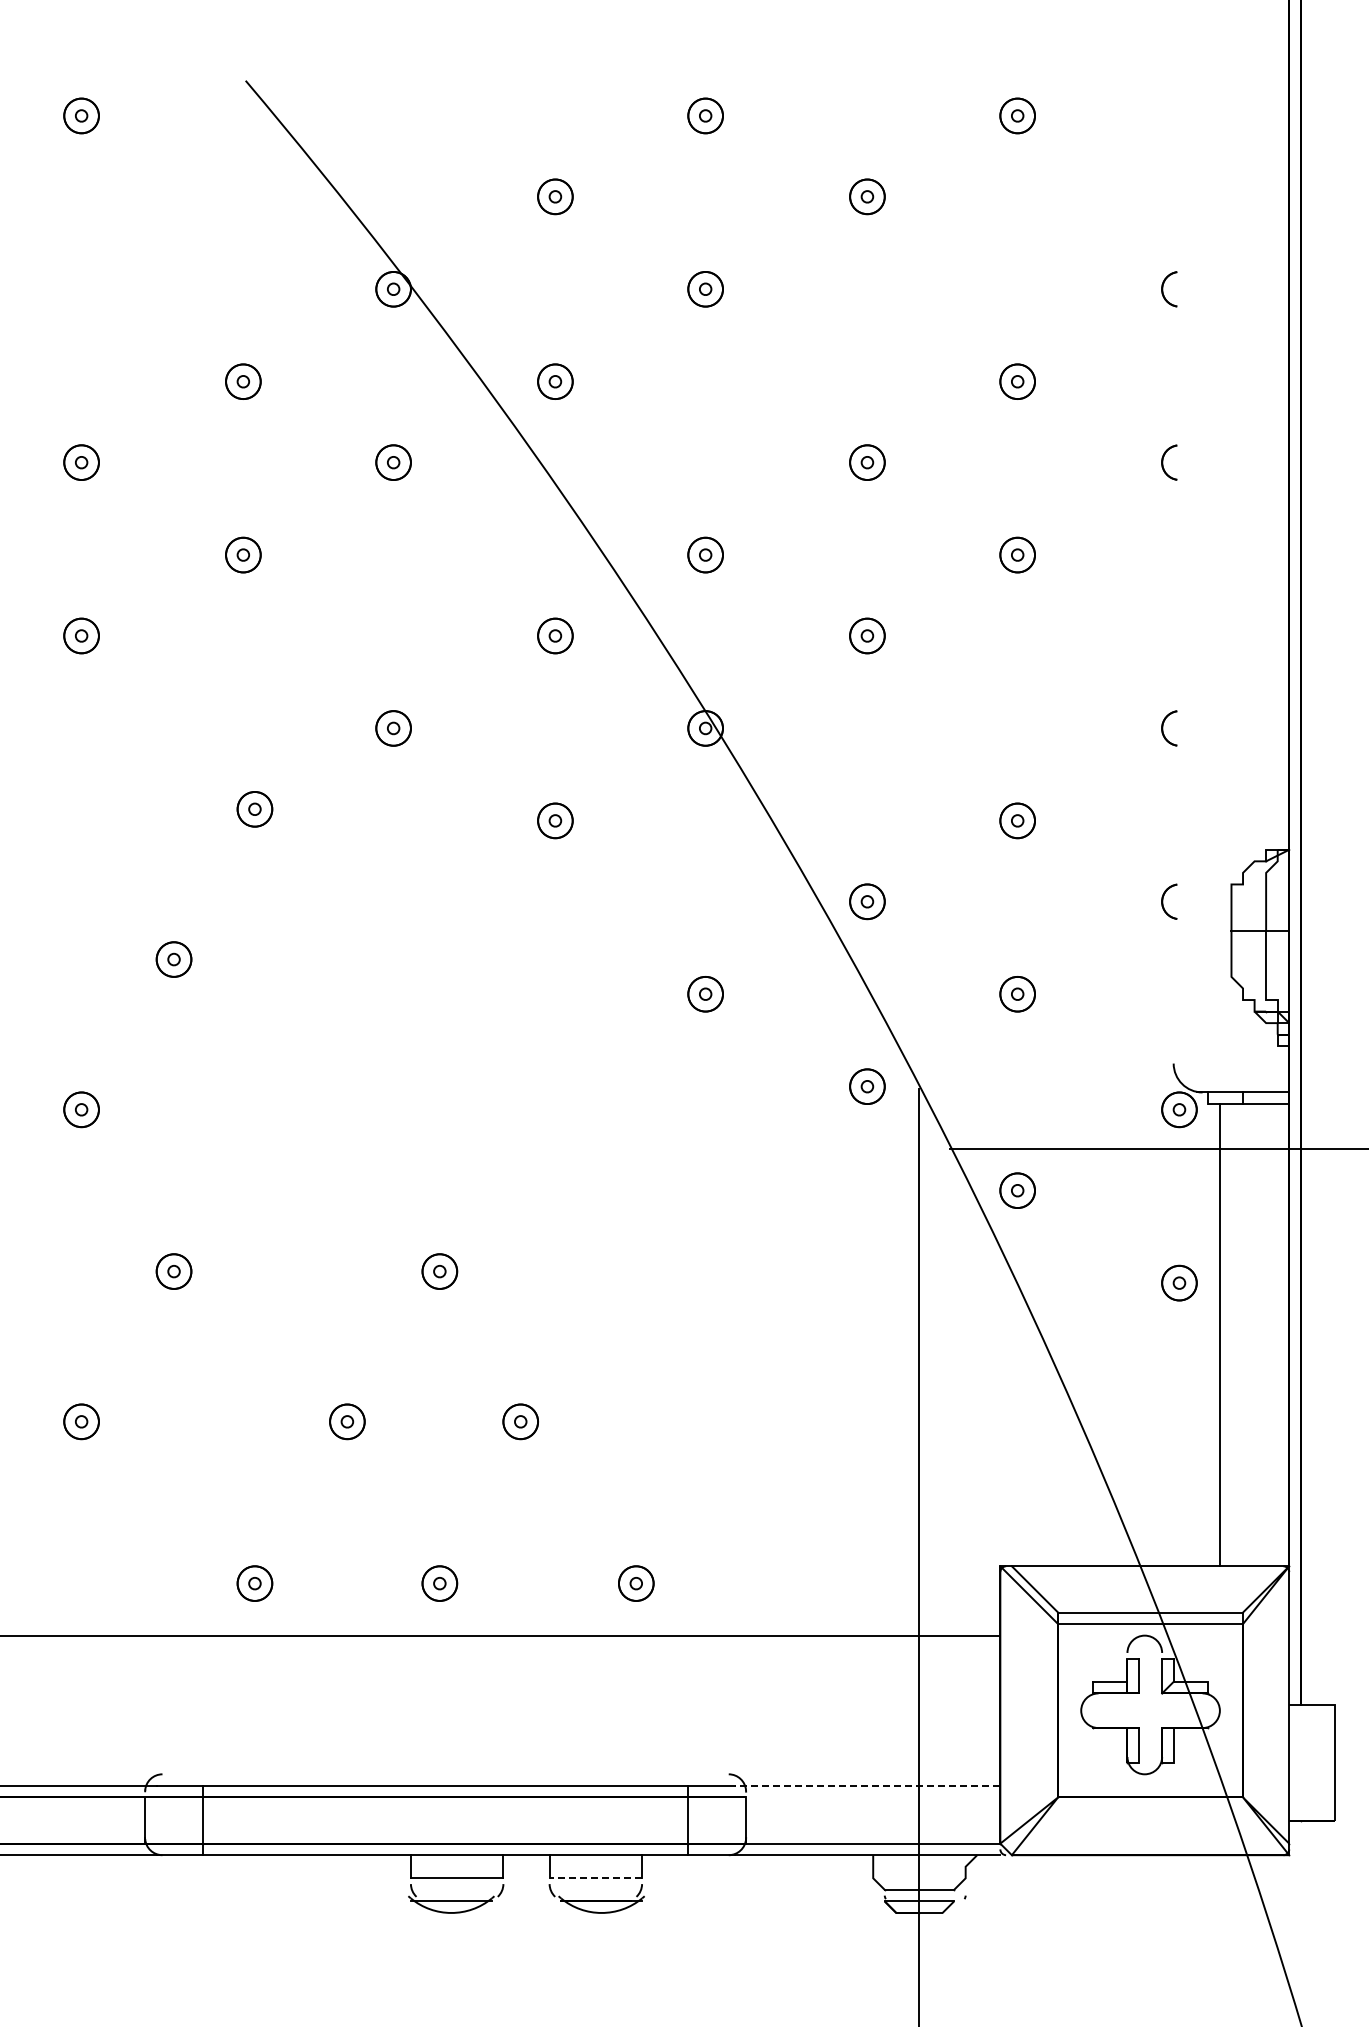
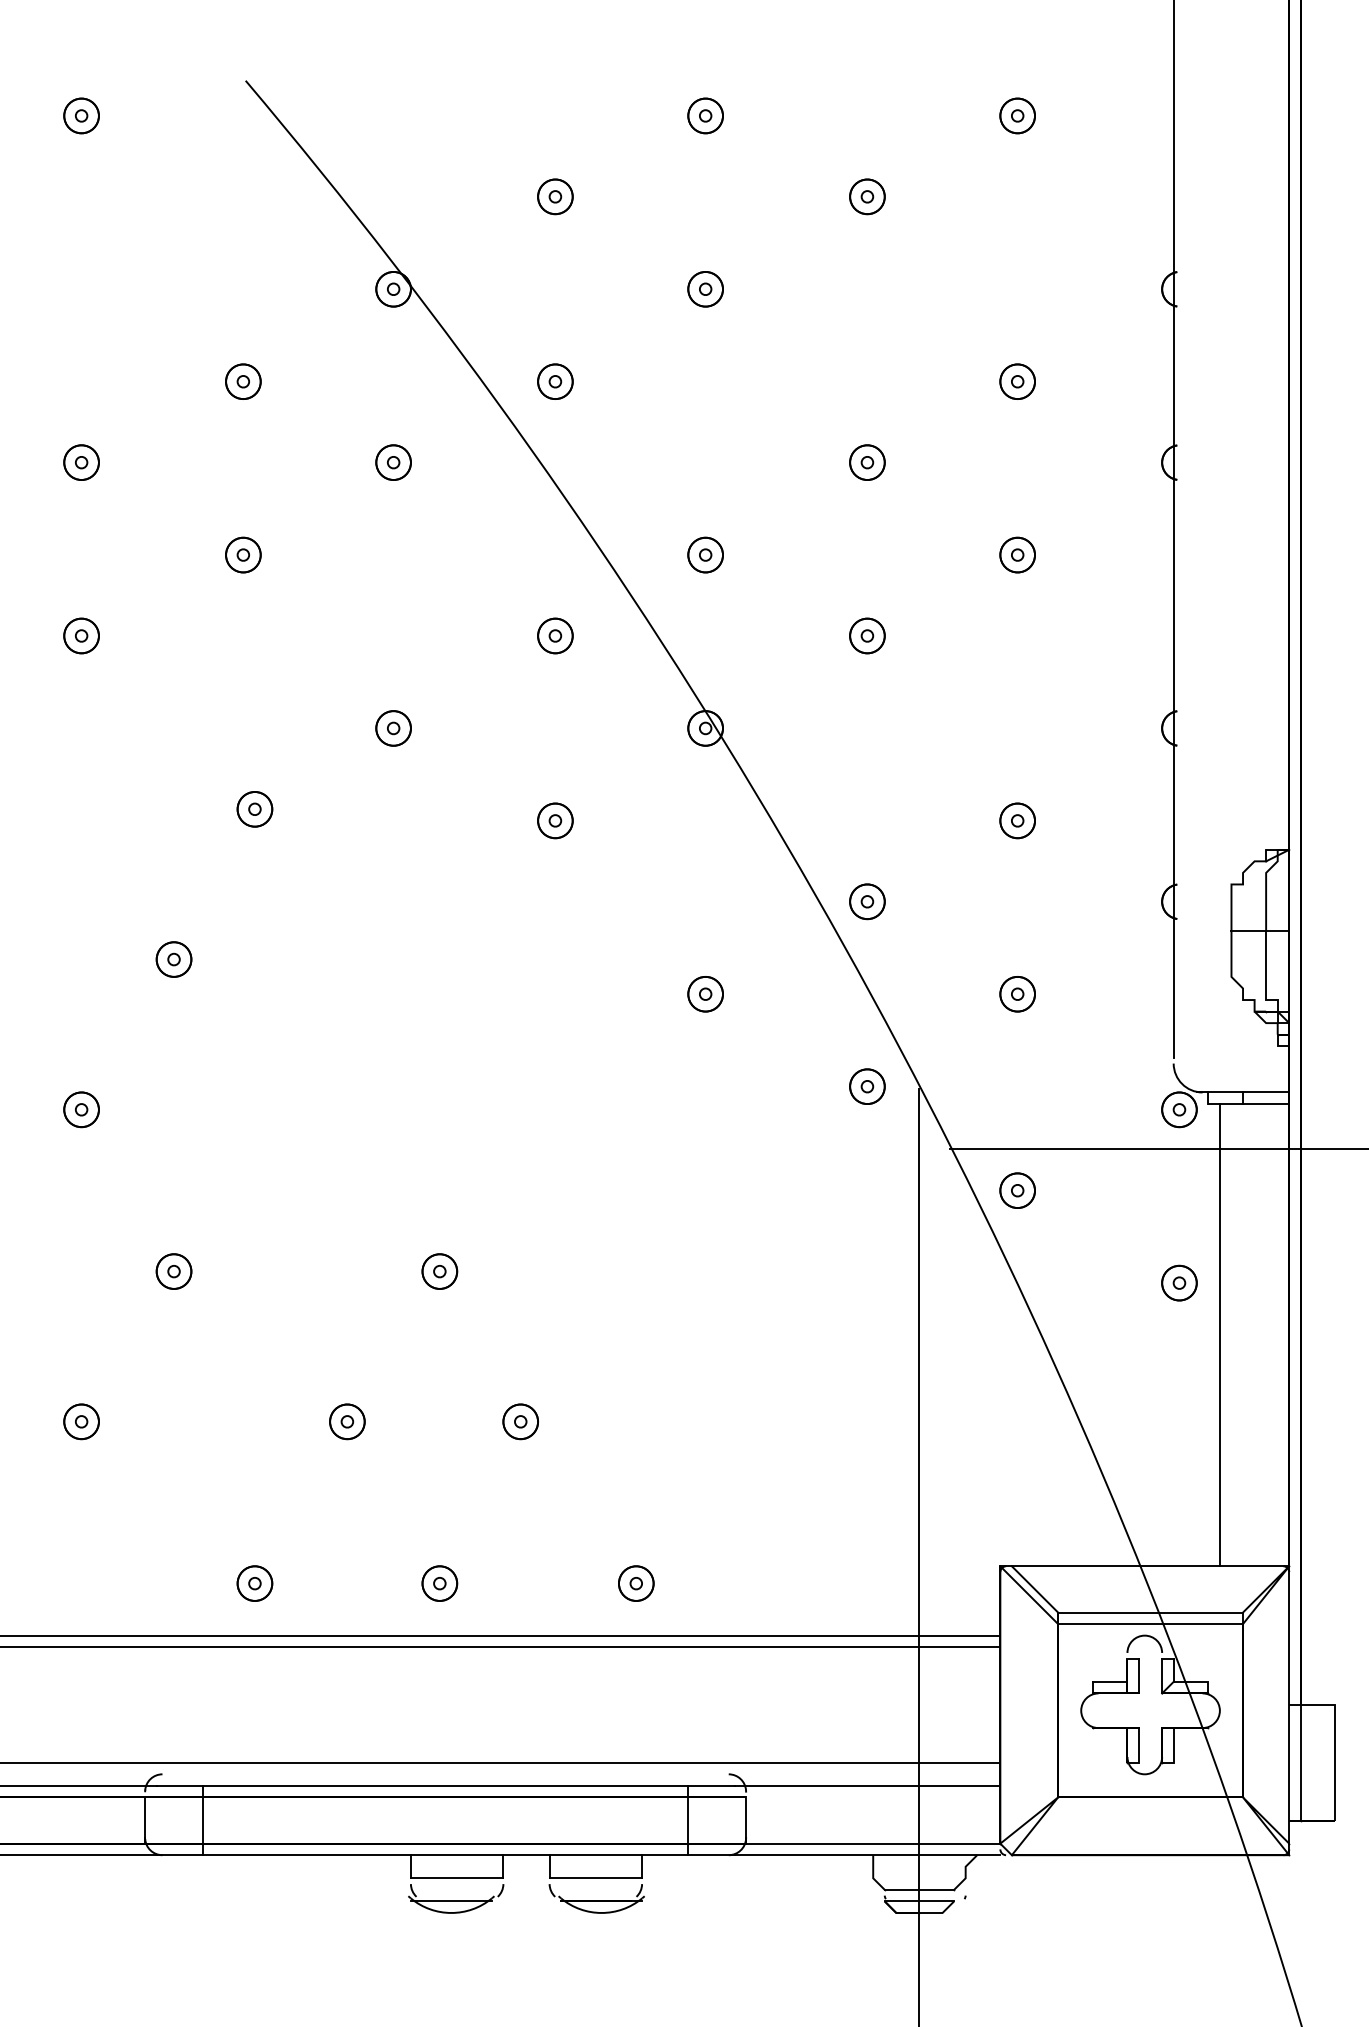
line at (1173, 529): none -> present
line at (501, 1647): none -> present
line at (501, 1762): none -> present
line at (1300, 1762): none -> present
line at (867, 1785): dashed -> solid
line at (595, 1878): dashed -> solid
